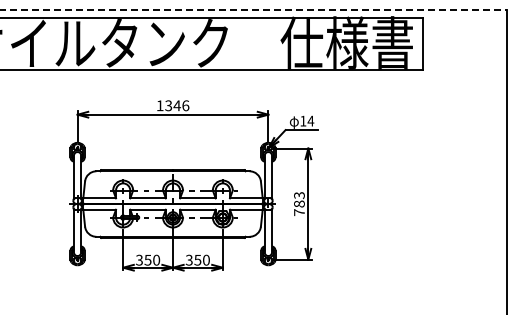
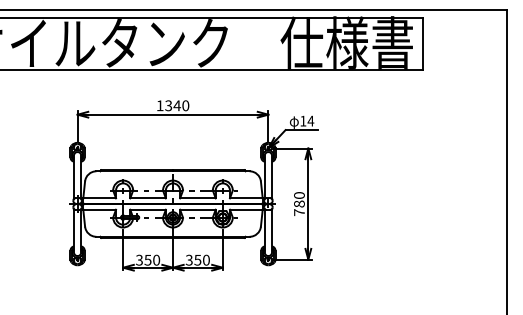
line at (254, 9): dashed -> solid
text at (185, 105): 1346 -> 1340
text at (299, 195): 783 -> 780
